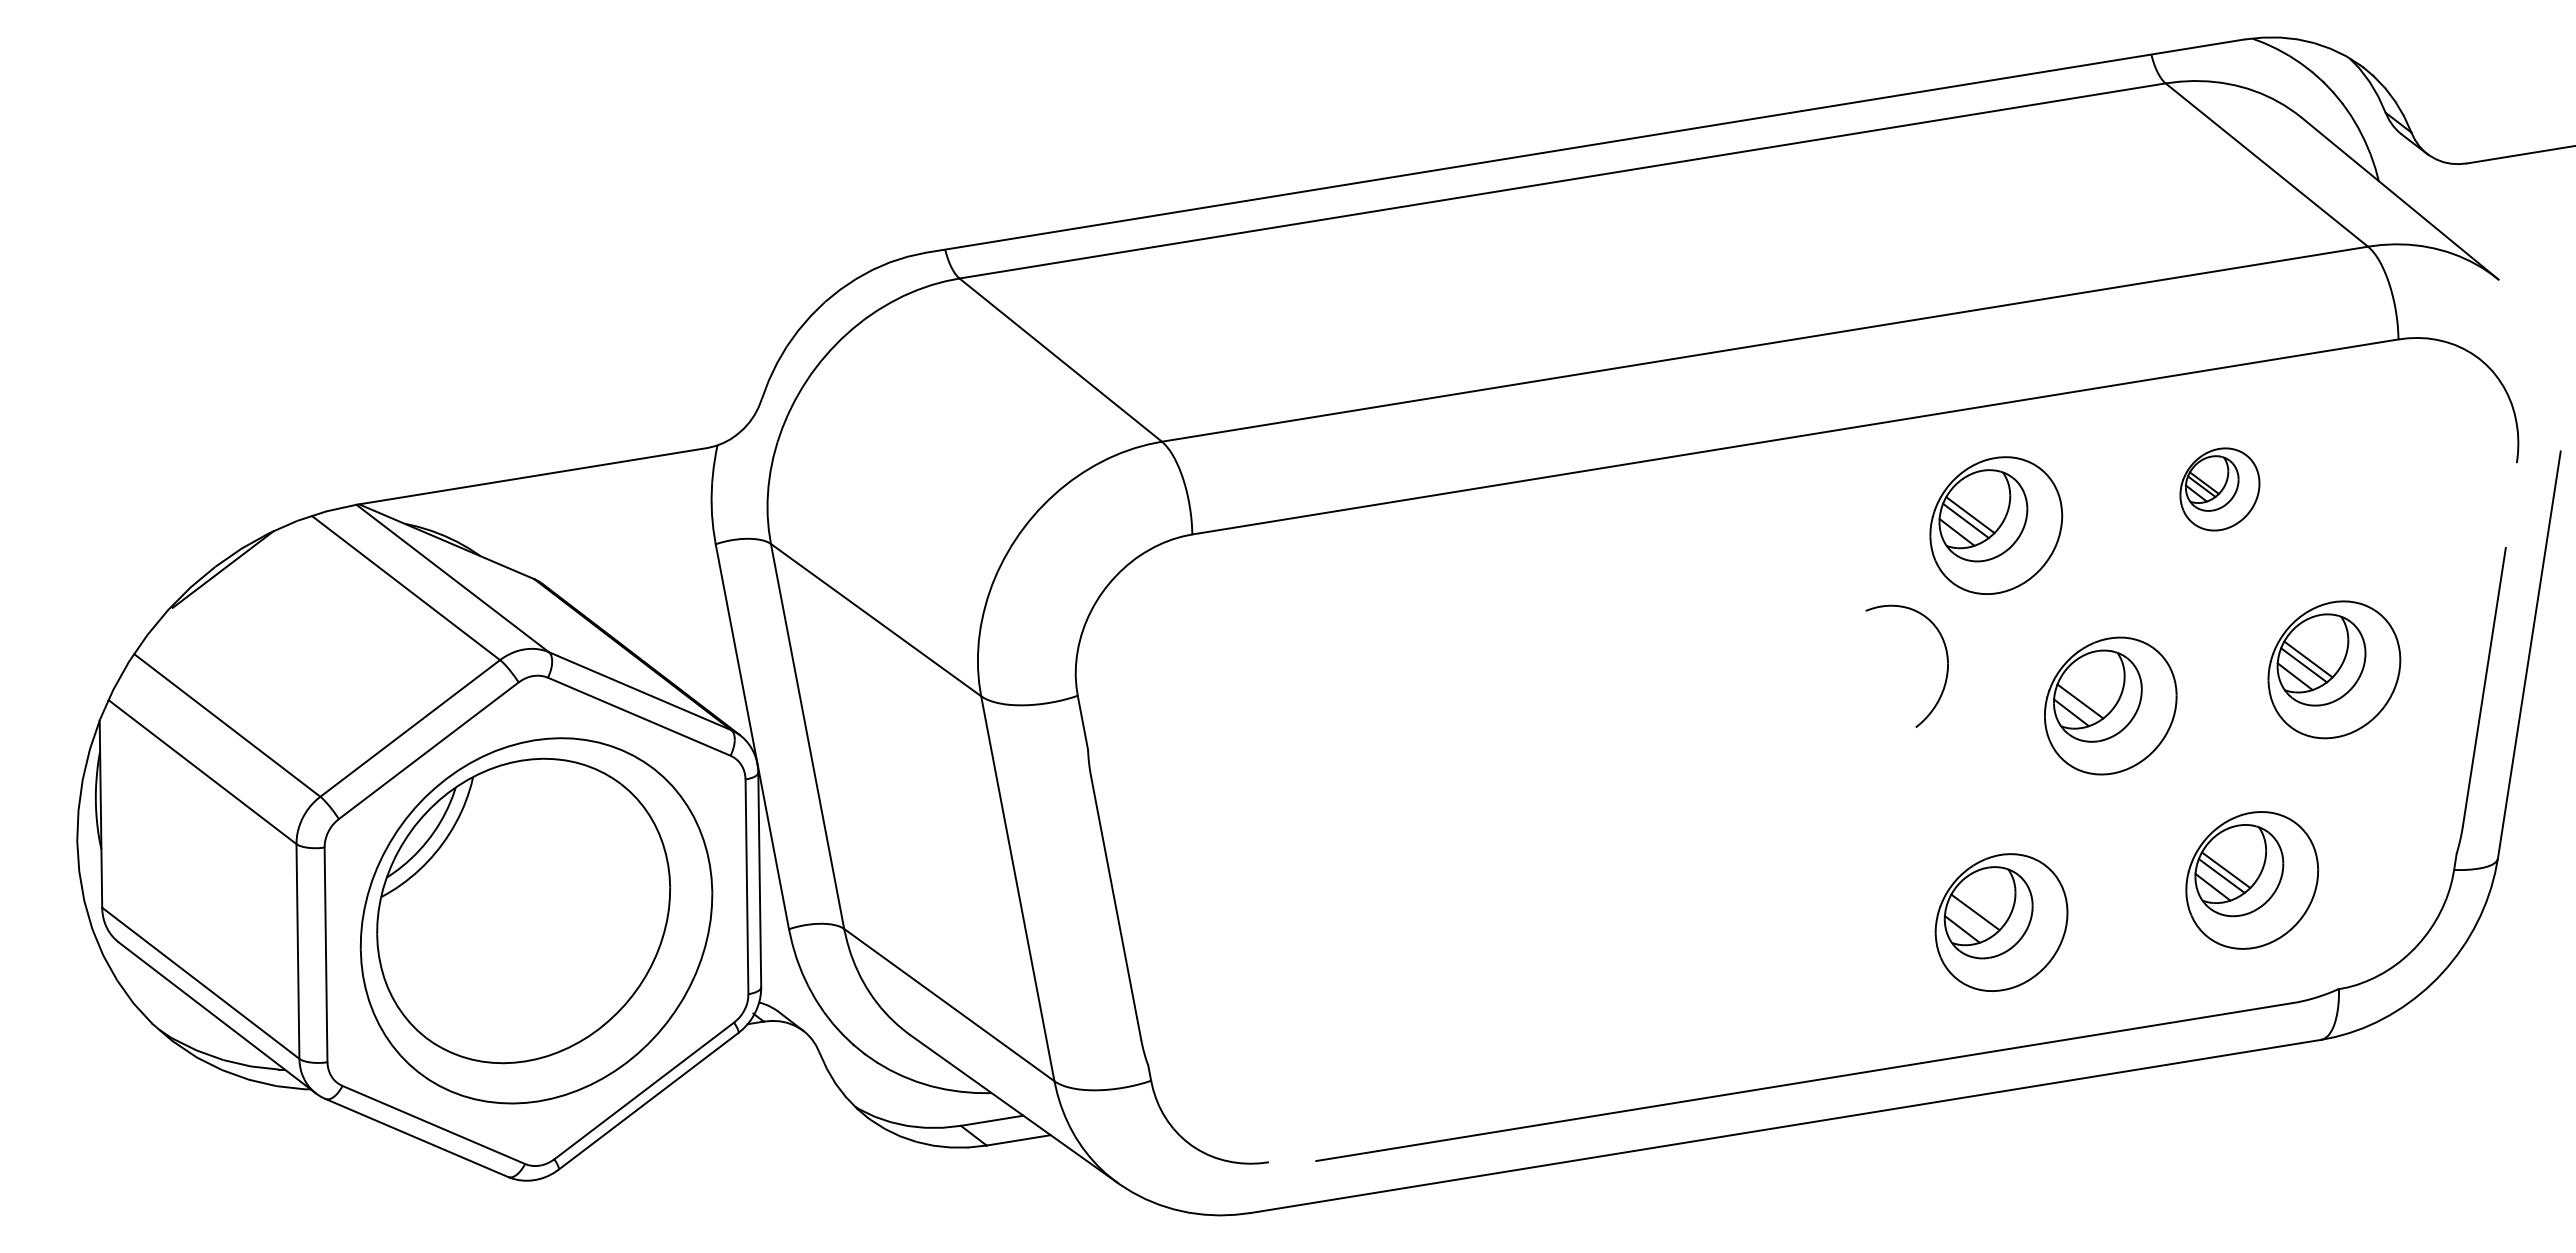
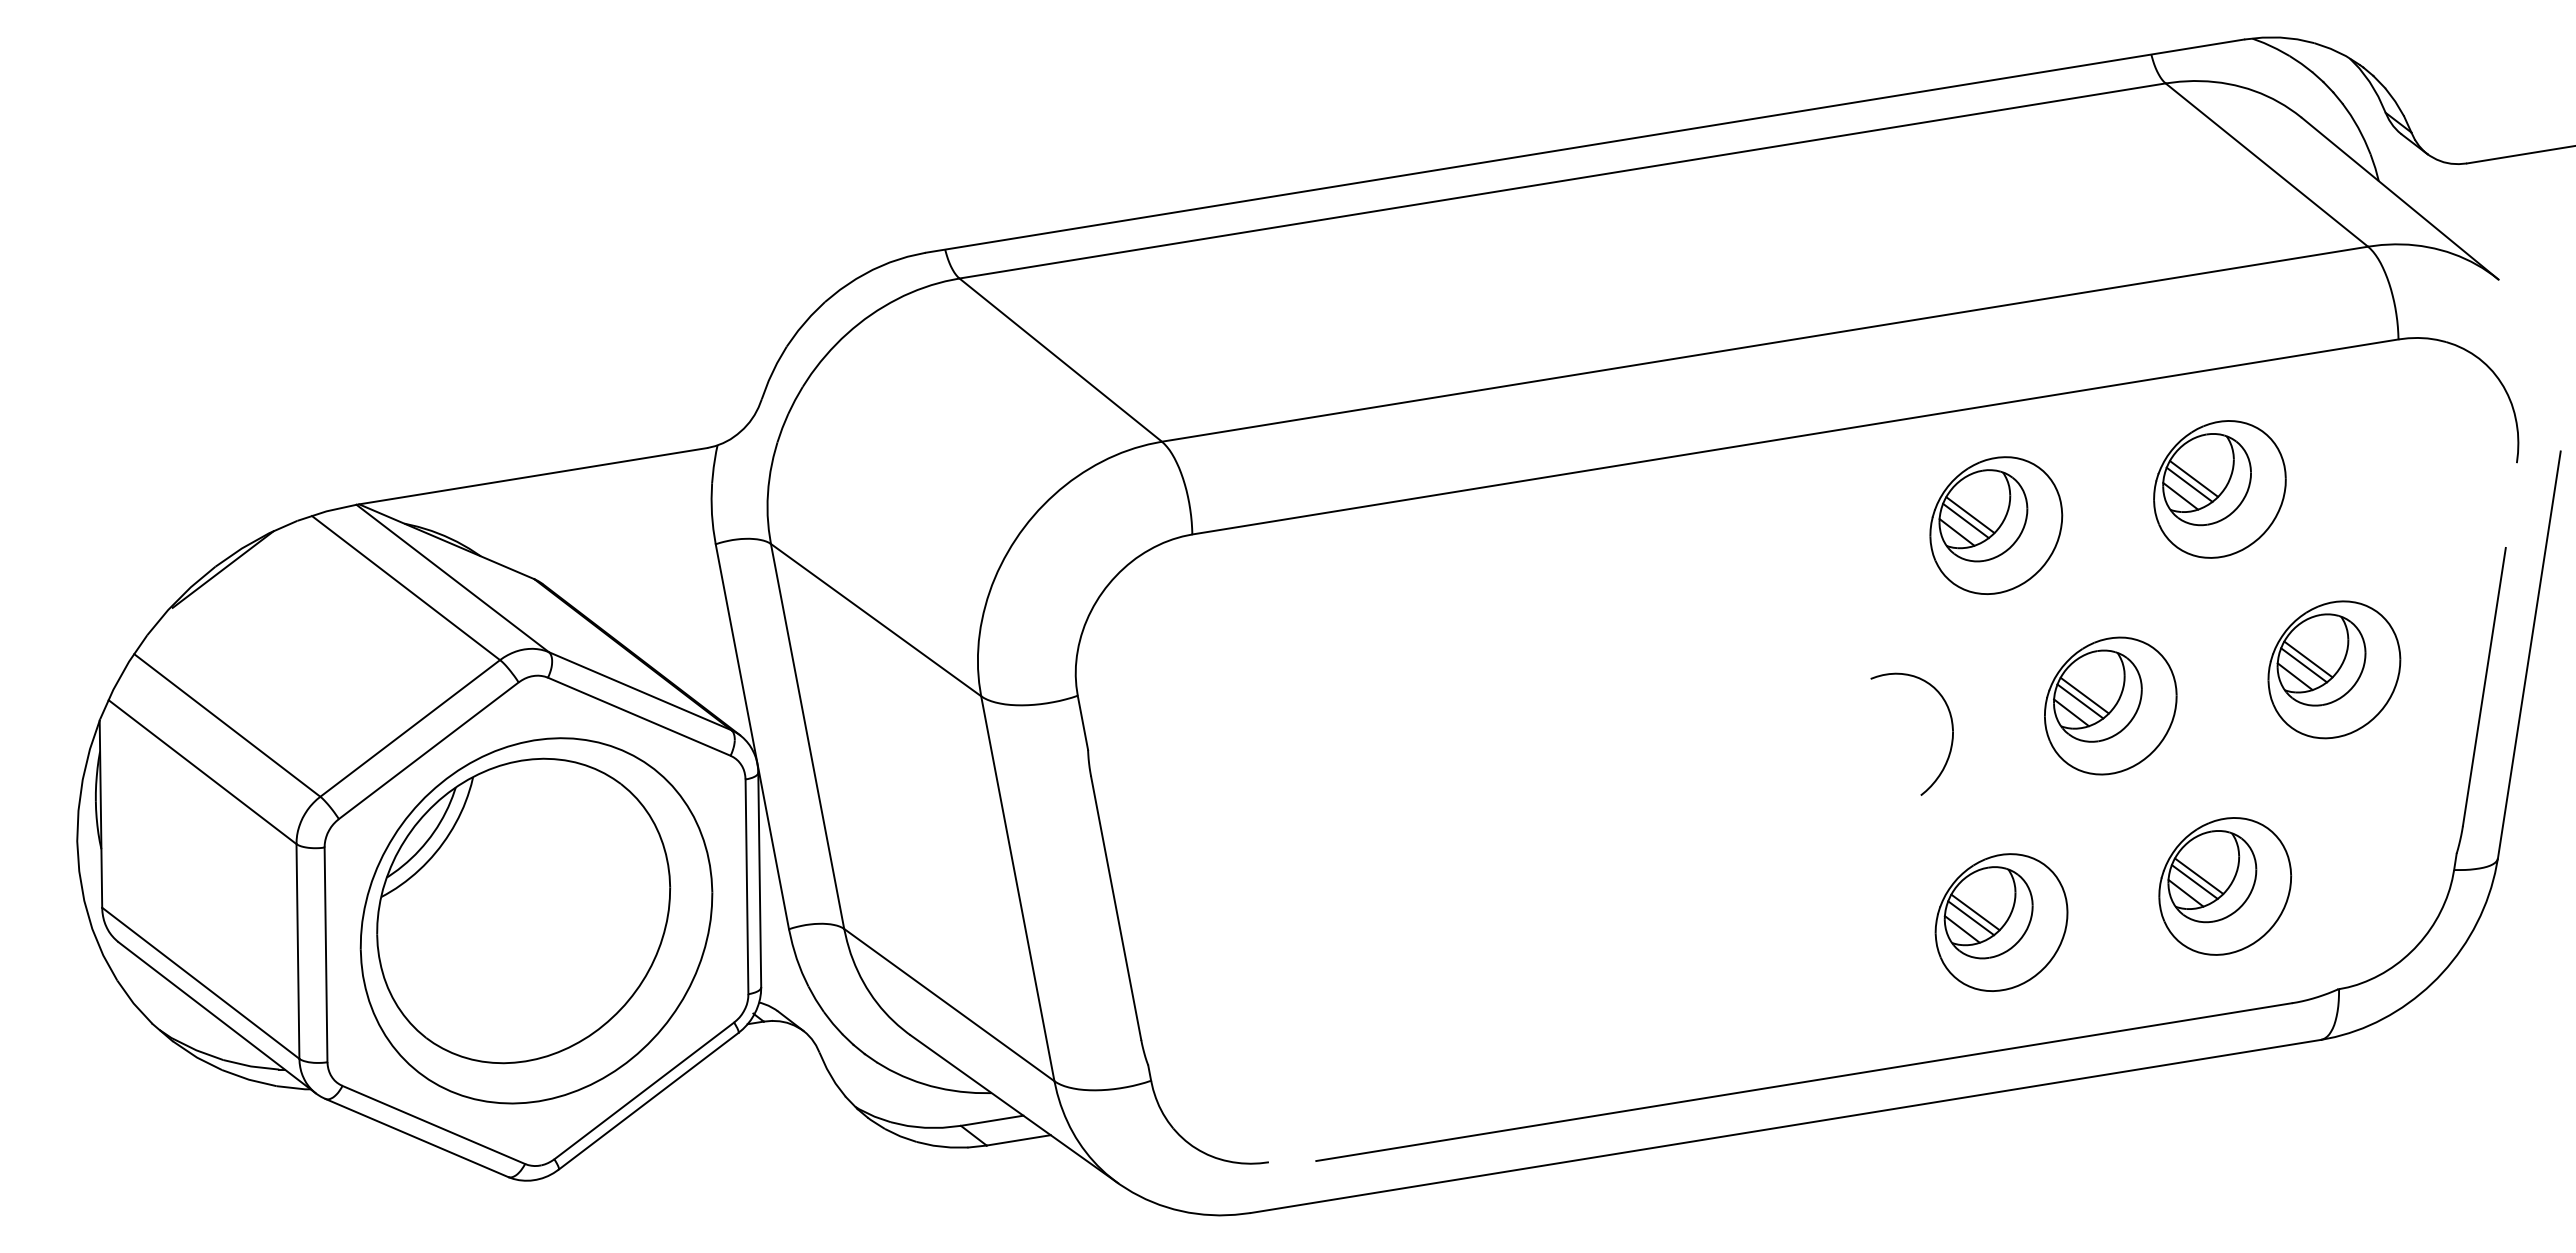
part at (2219, 489) size: 82x85 px -> 134x139 px
part at (1946, 670) position: (1946, 670) -> (1951, 738)
line at (2084, 695): none -> present
part at (2252, 880) position: (2252, 880) -> (2225, 886)
line at (1971, 918): none -> present
